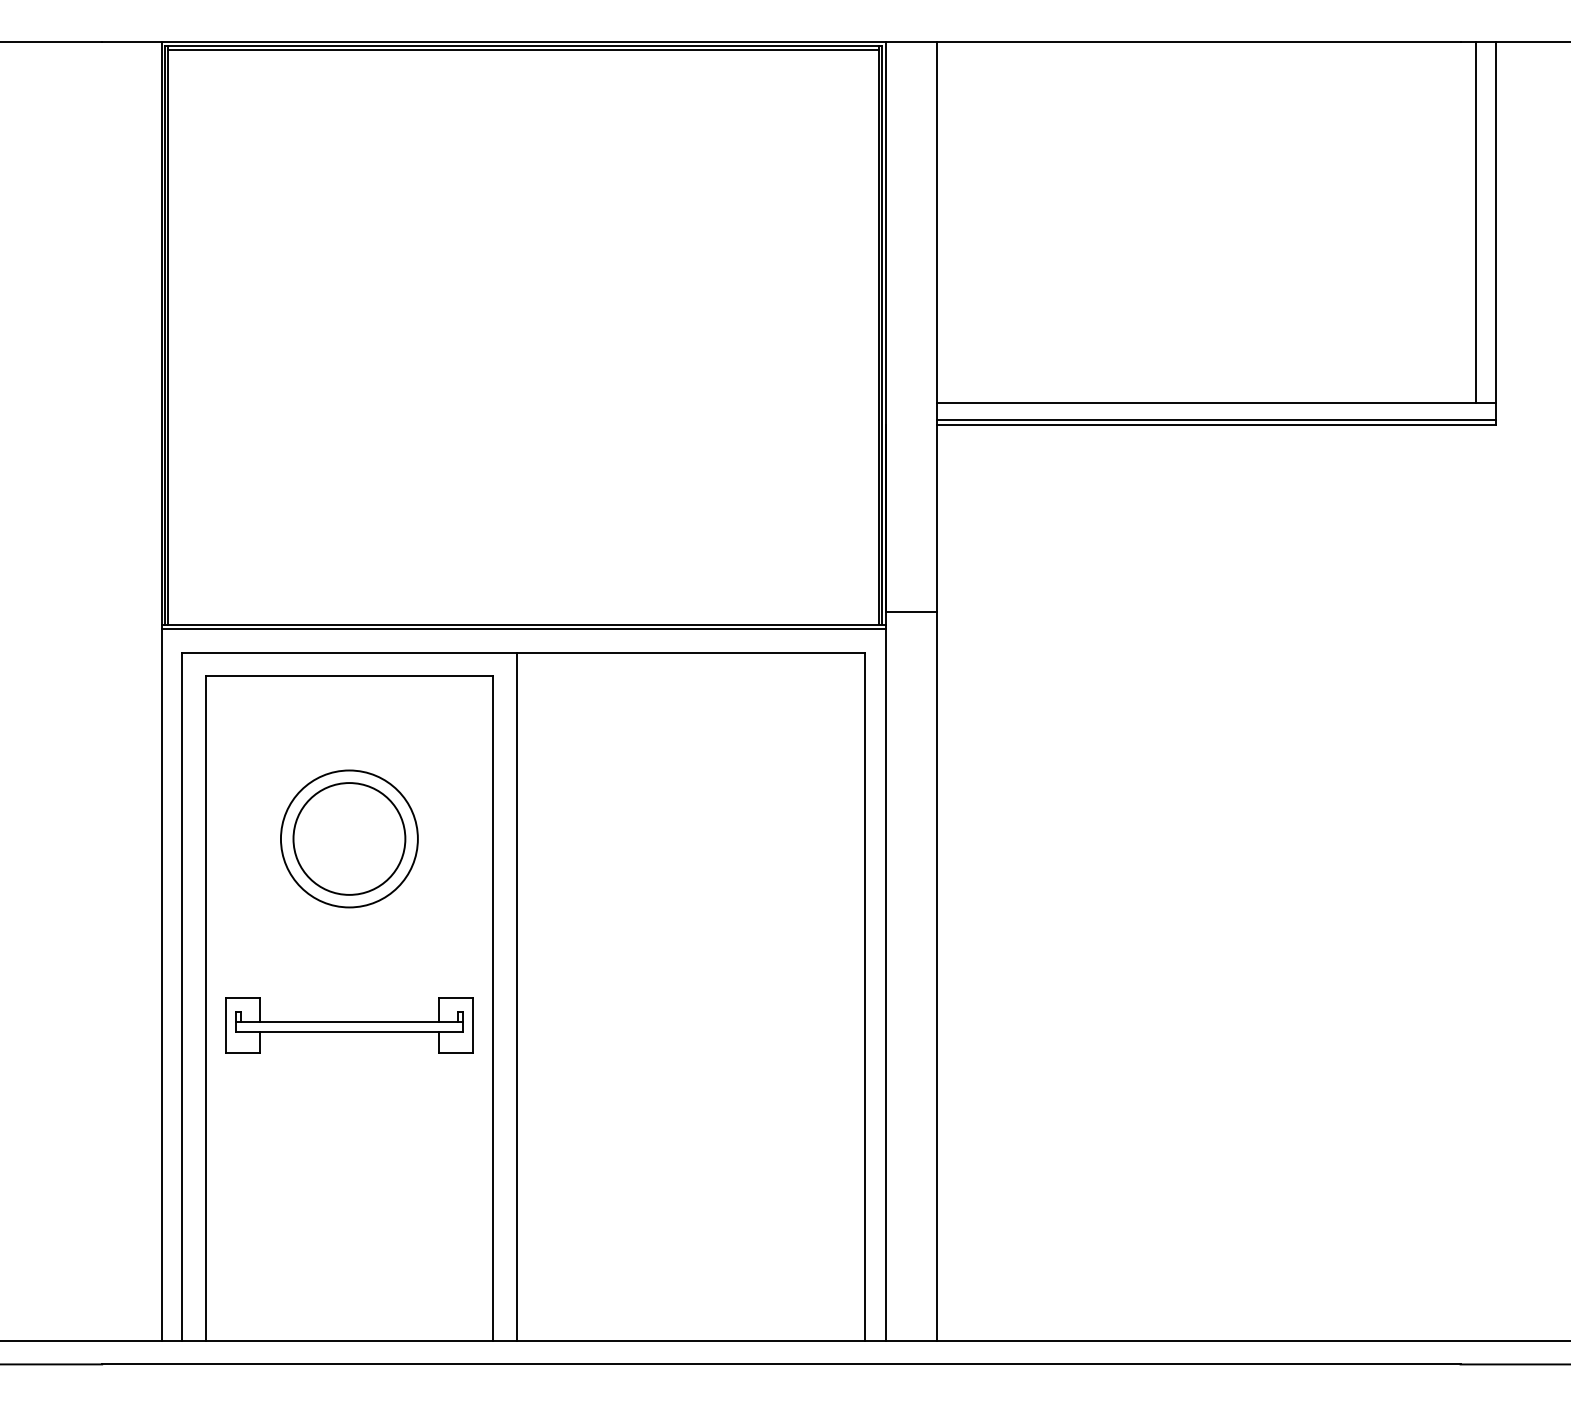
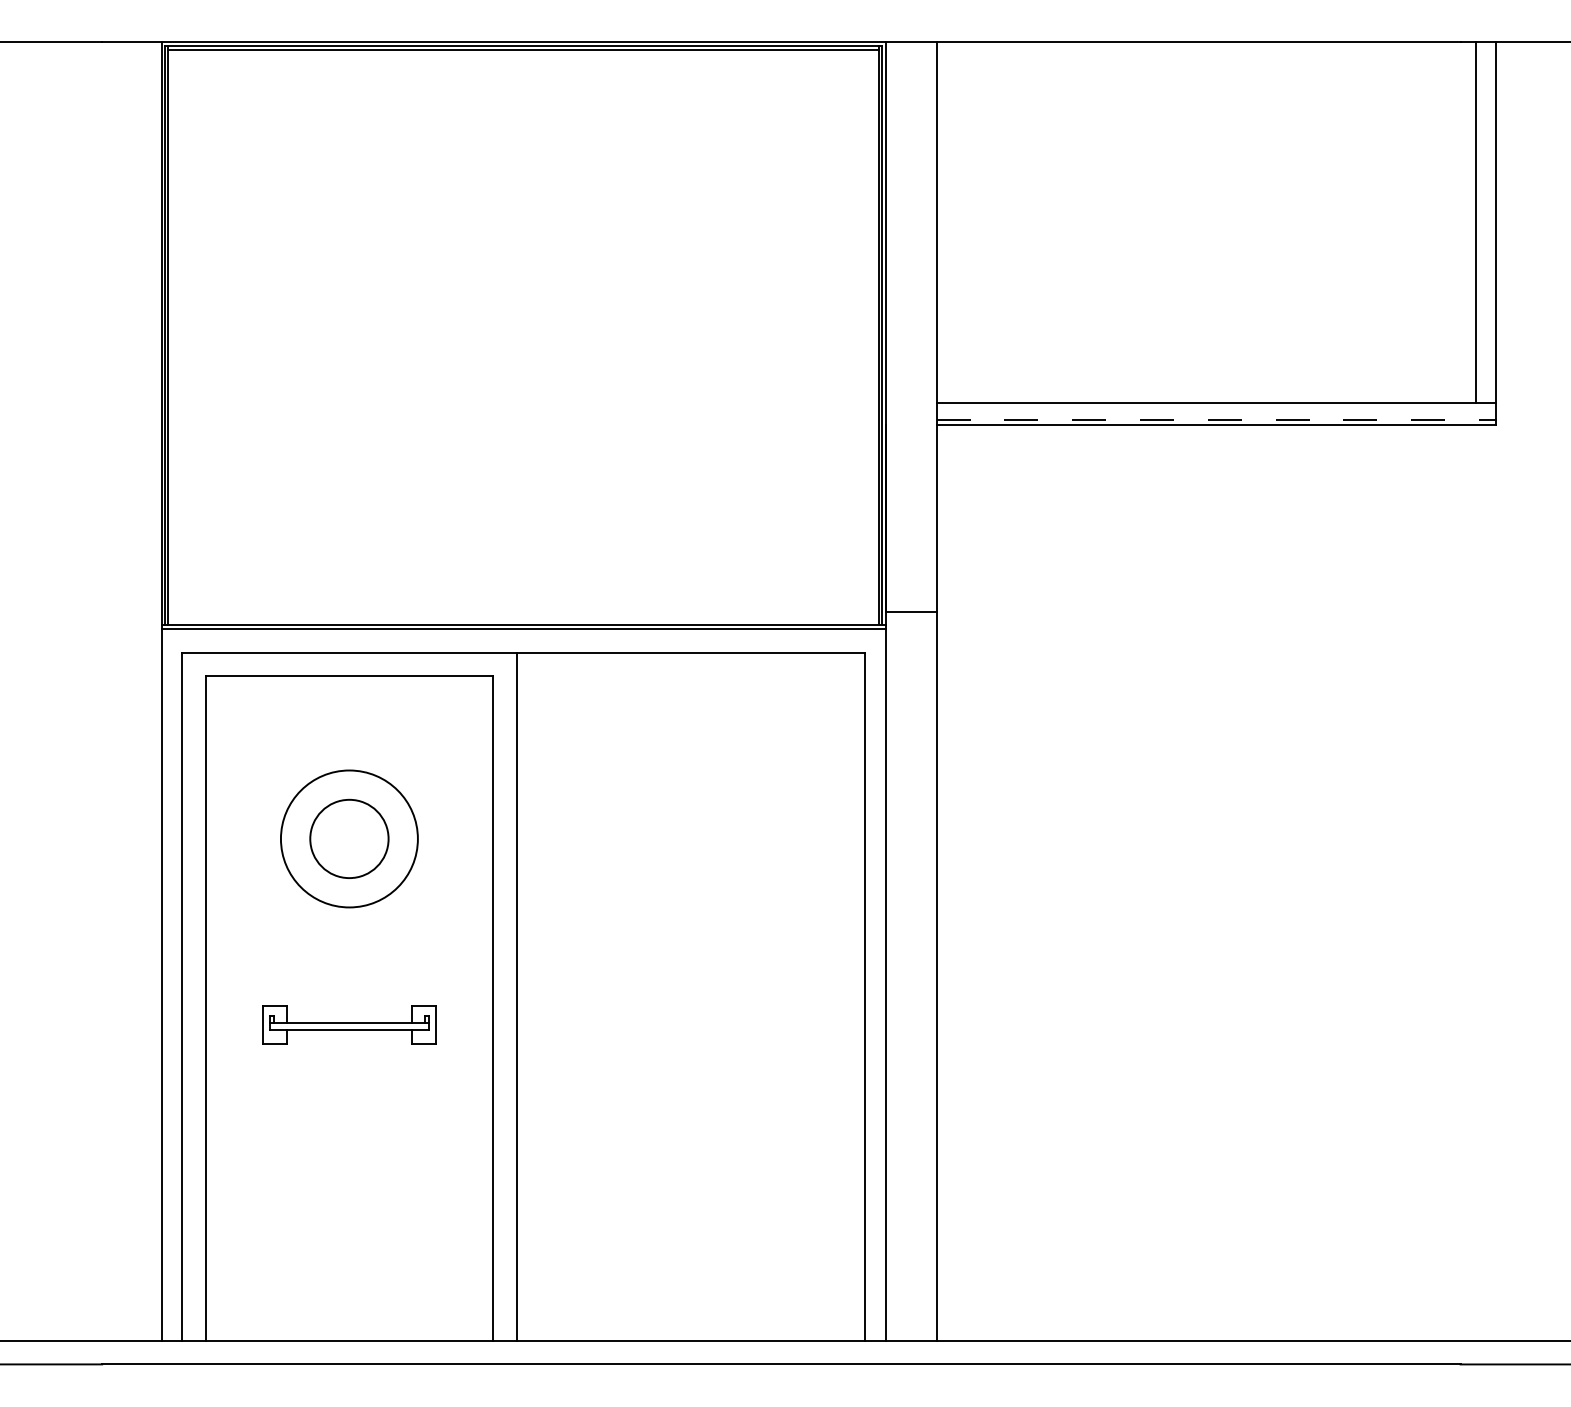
line at (1216, 420): solid -> dashed
circle at (349, 838) diameter: 112 px -> 78 px
part at (349, 1025) size: 249x57 px -> 175x40 px
